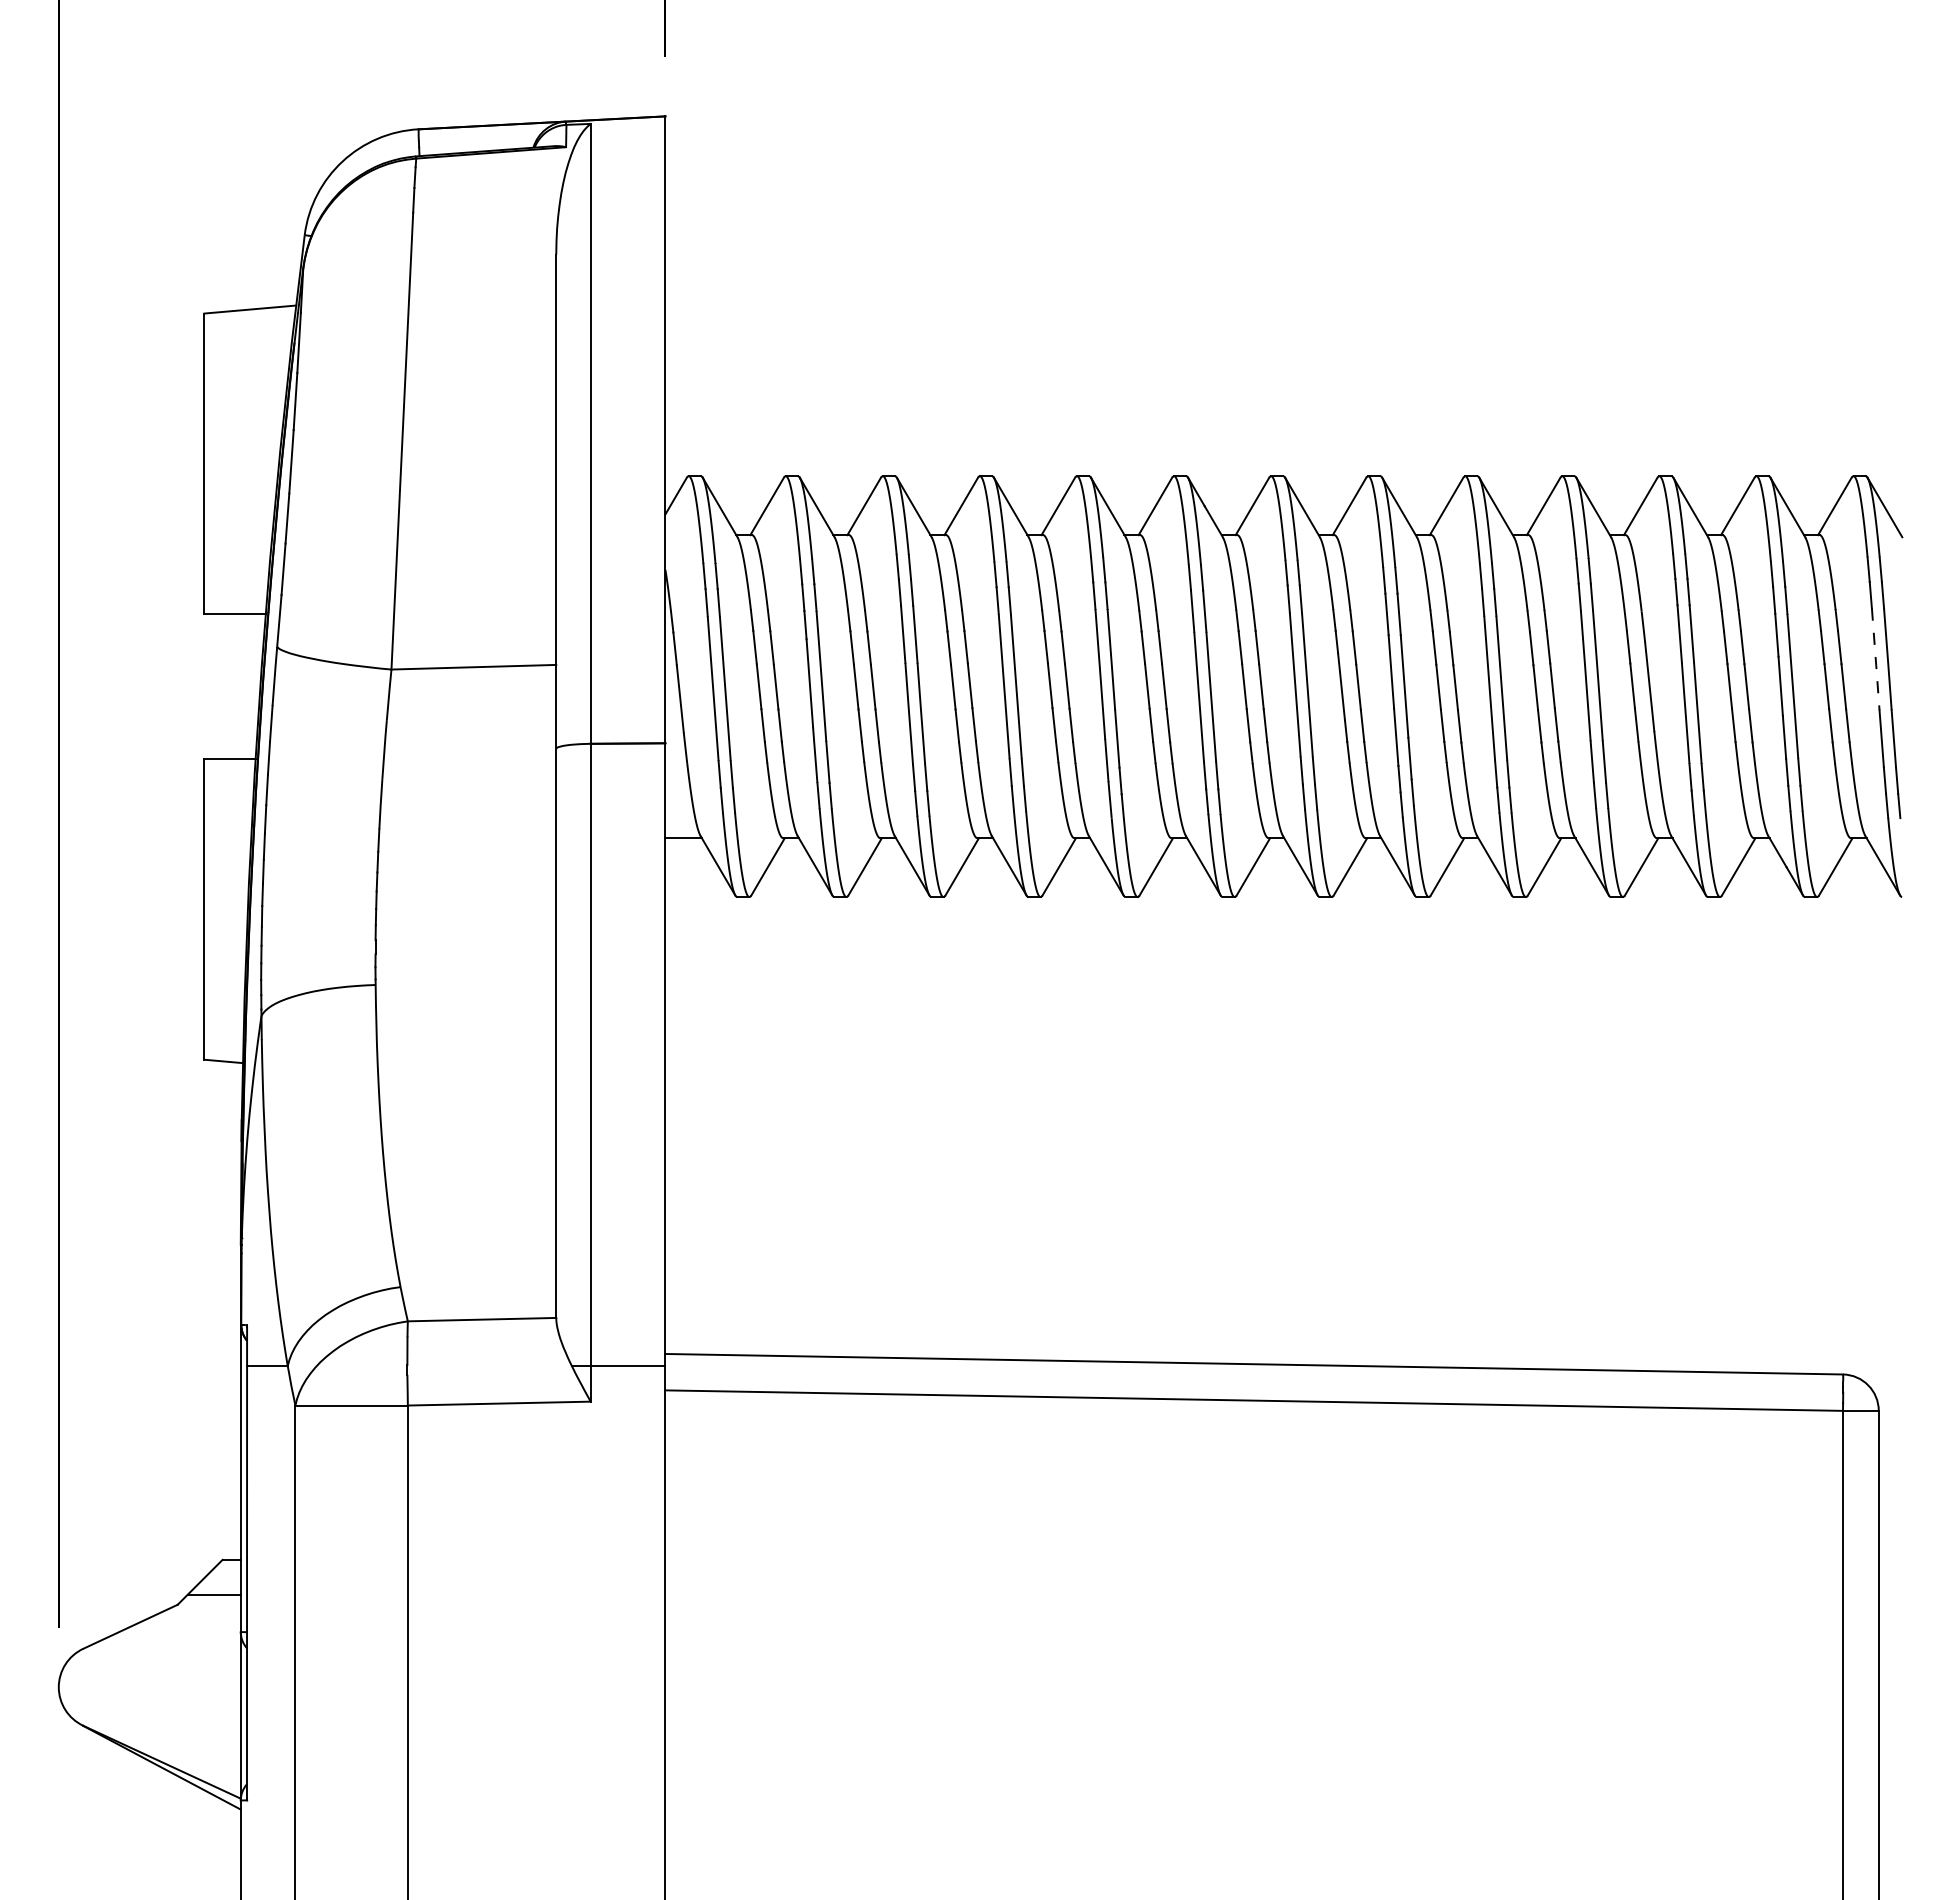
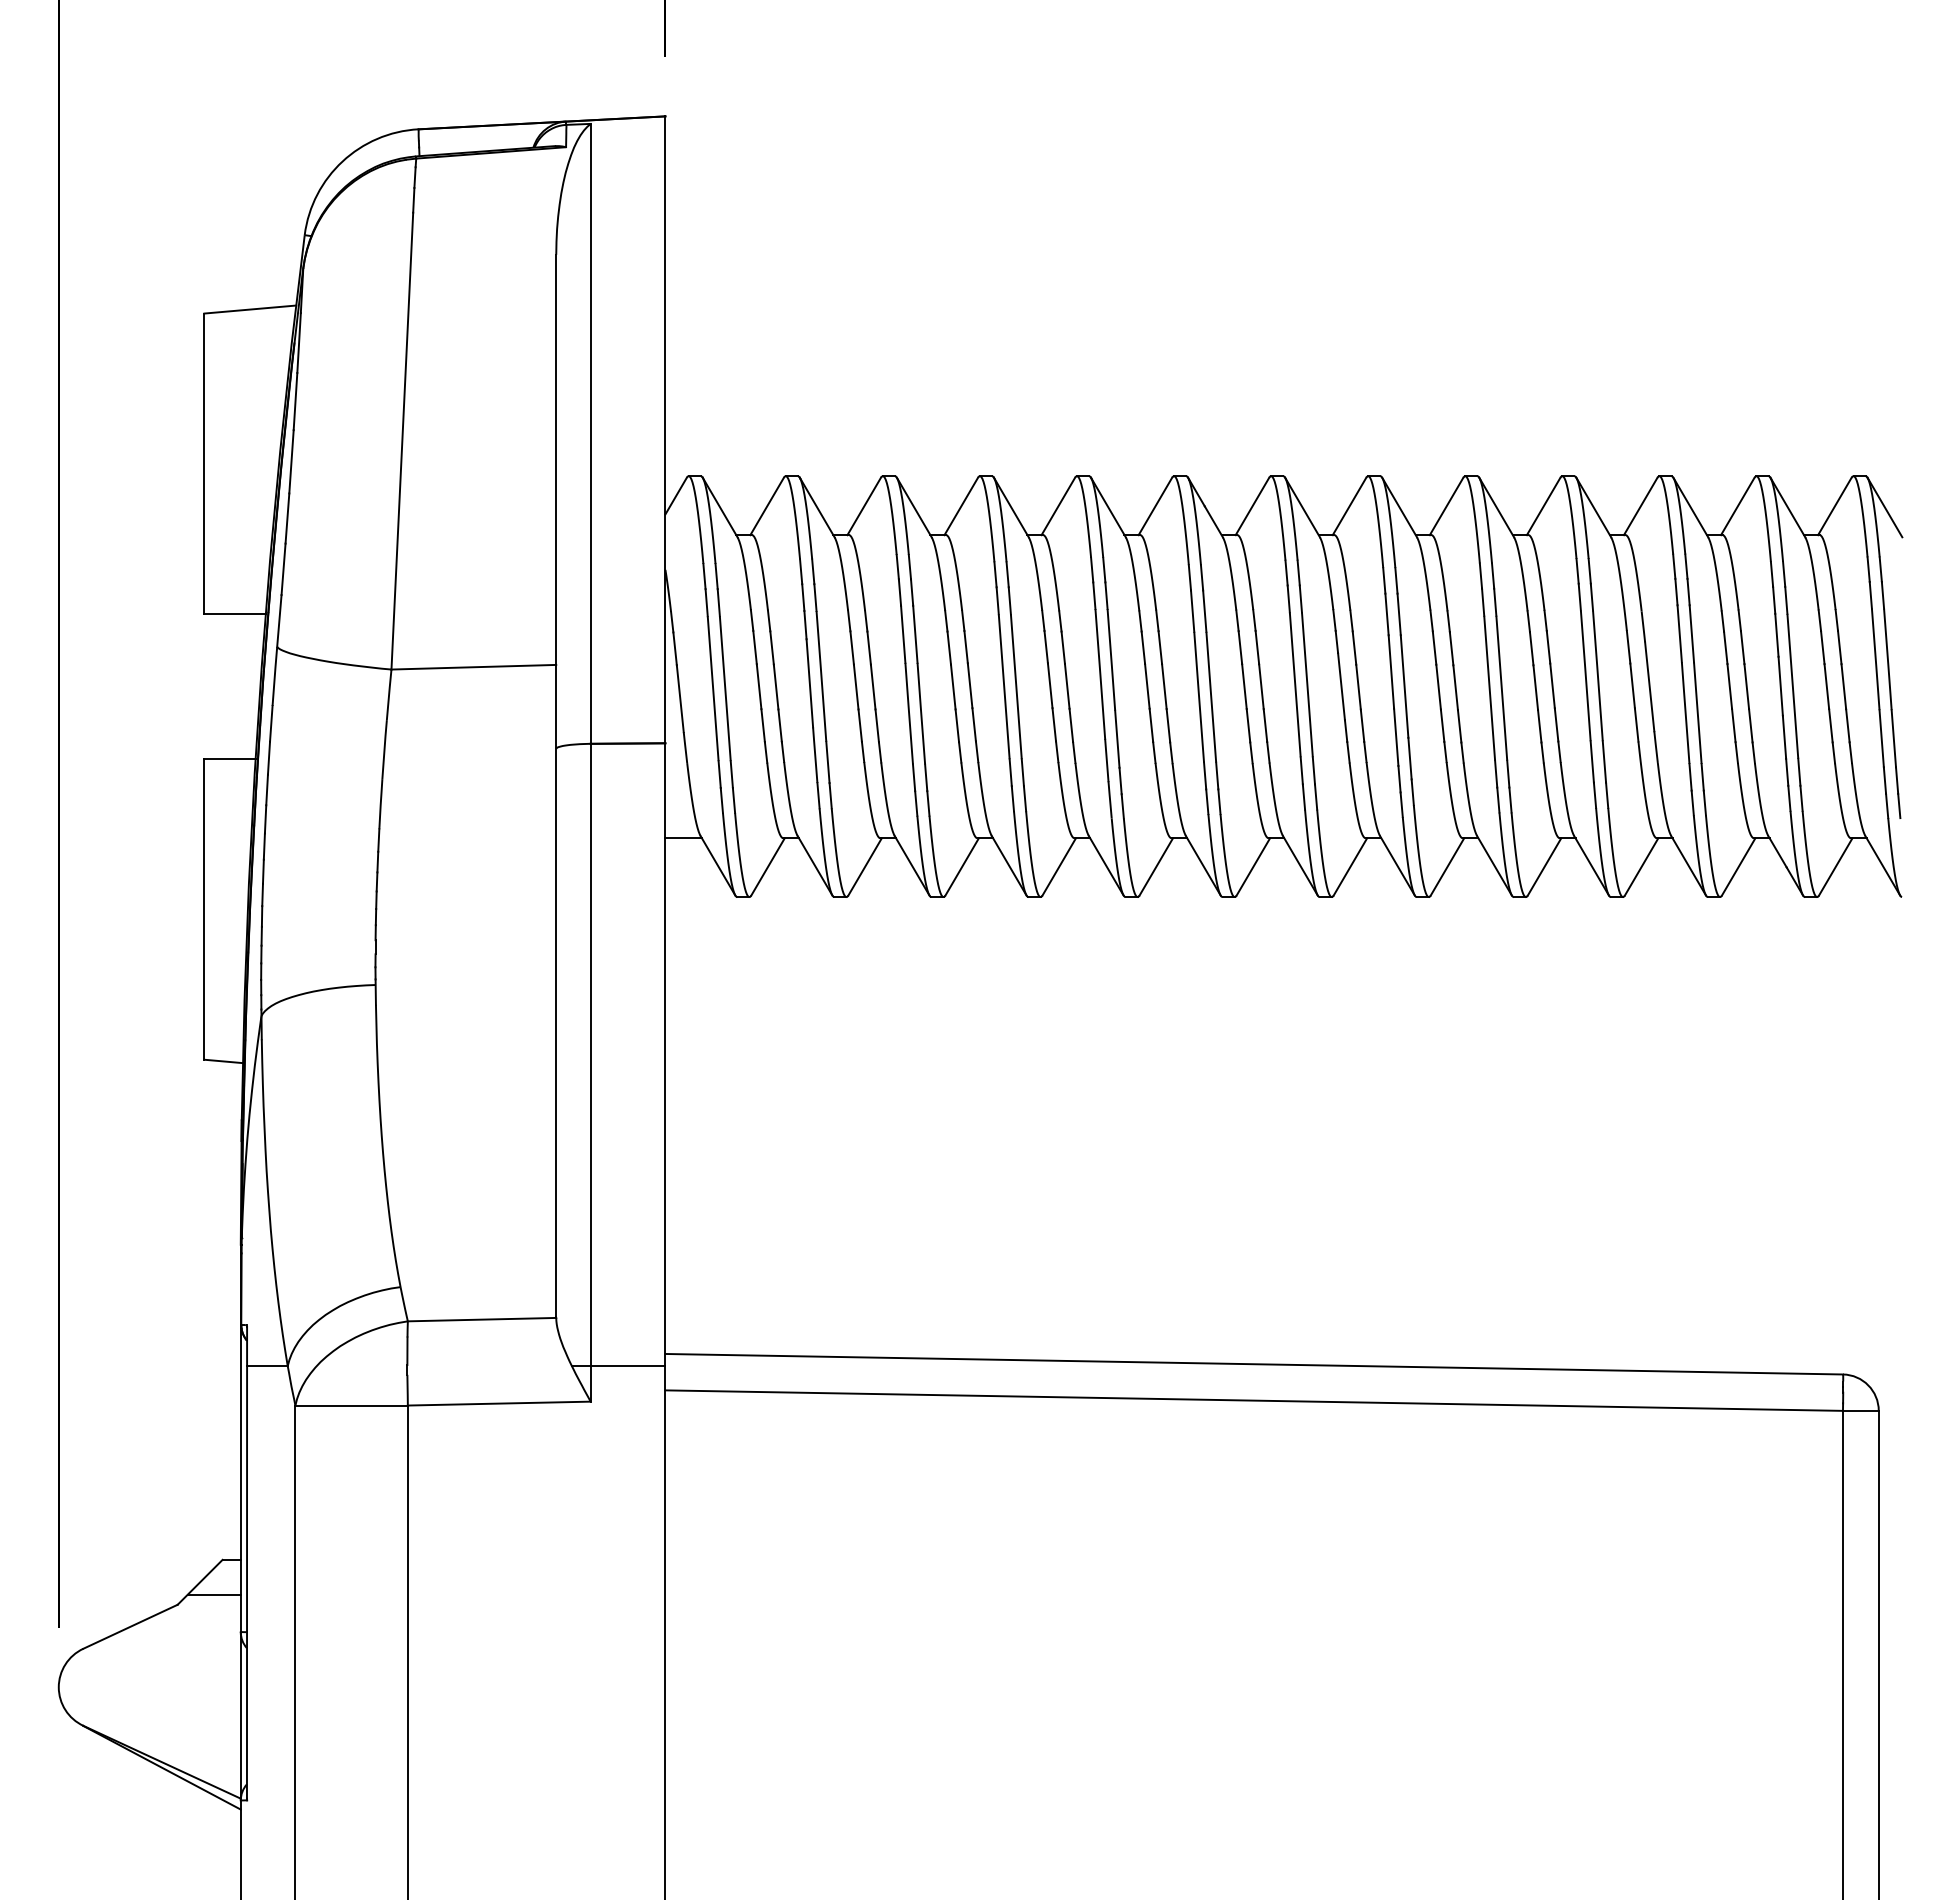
line at (1875, 660): dashed -> solid
